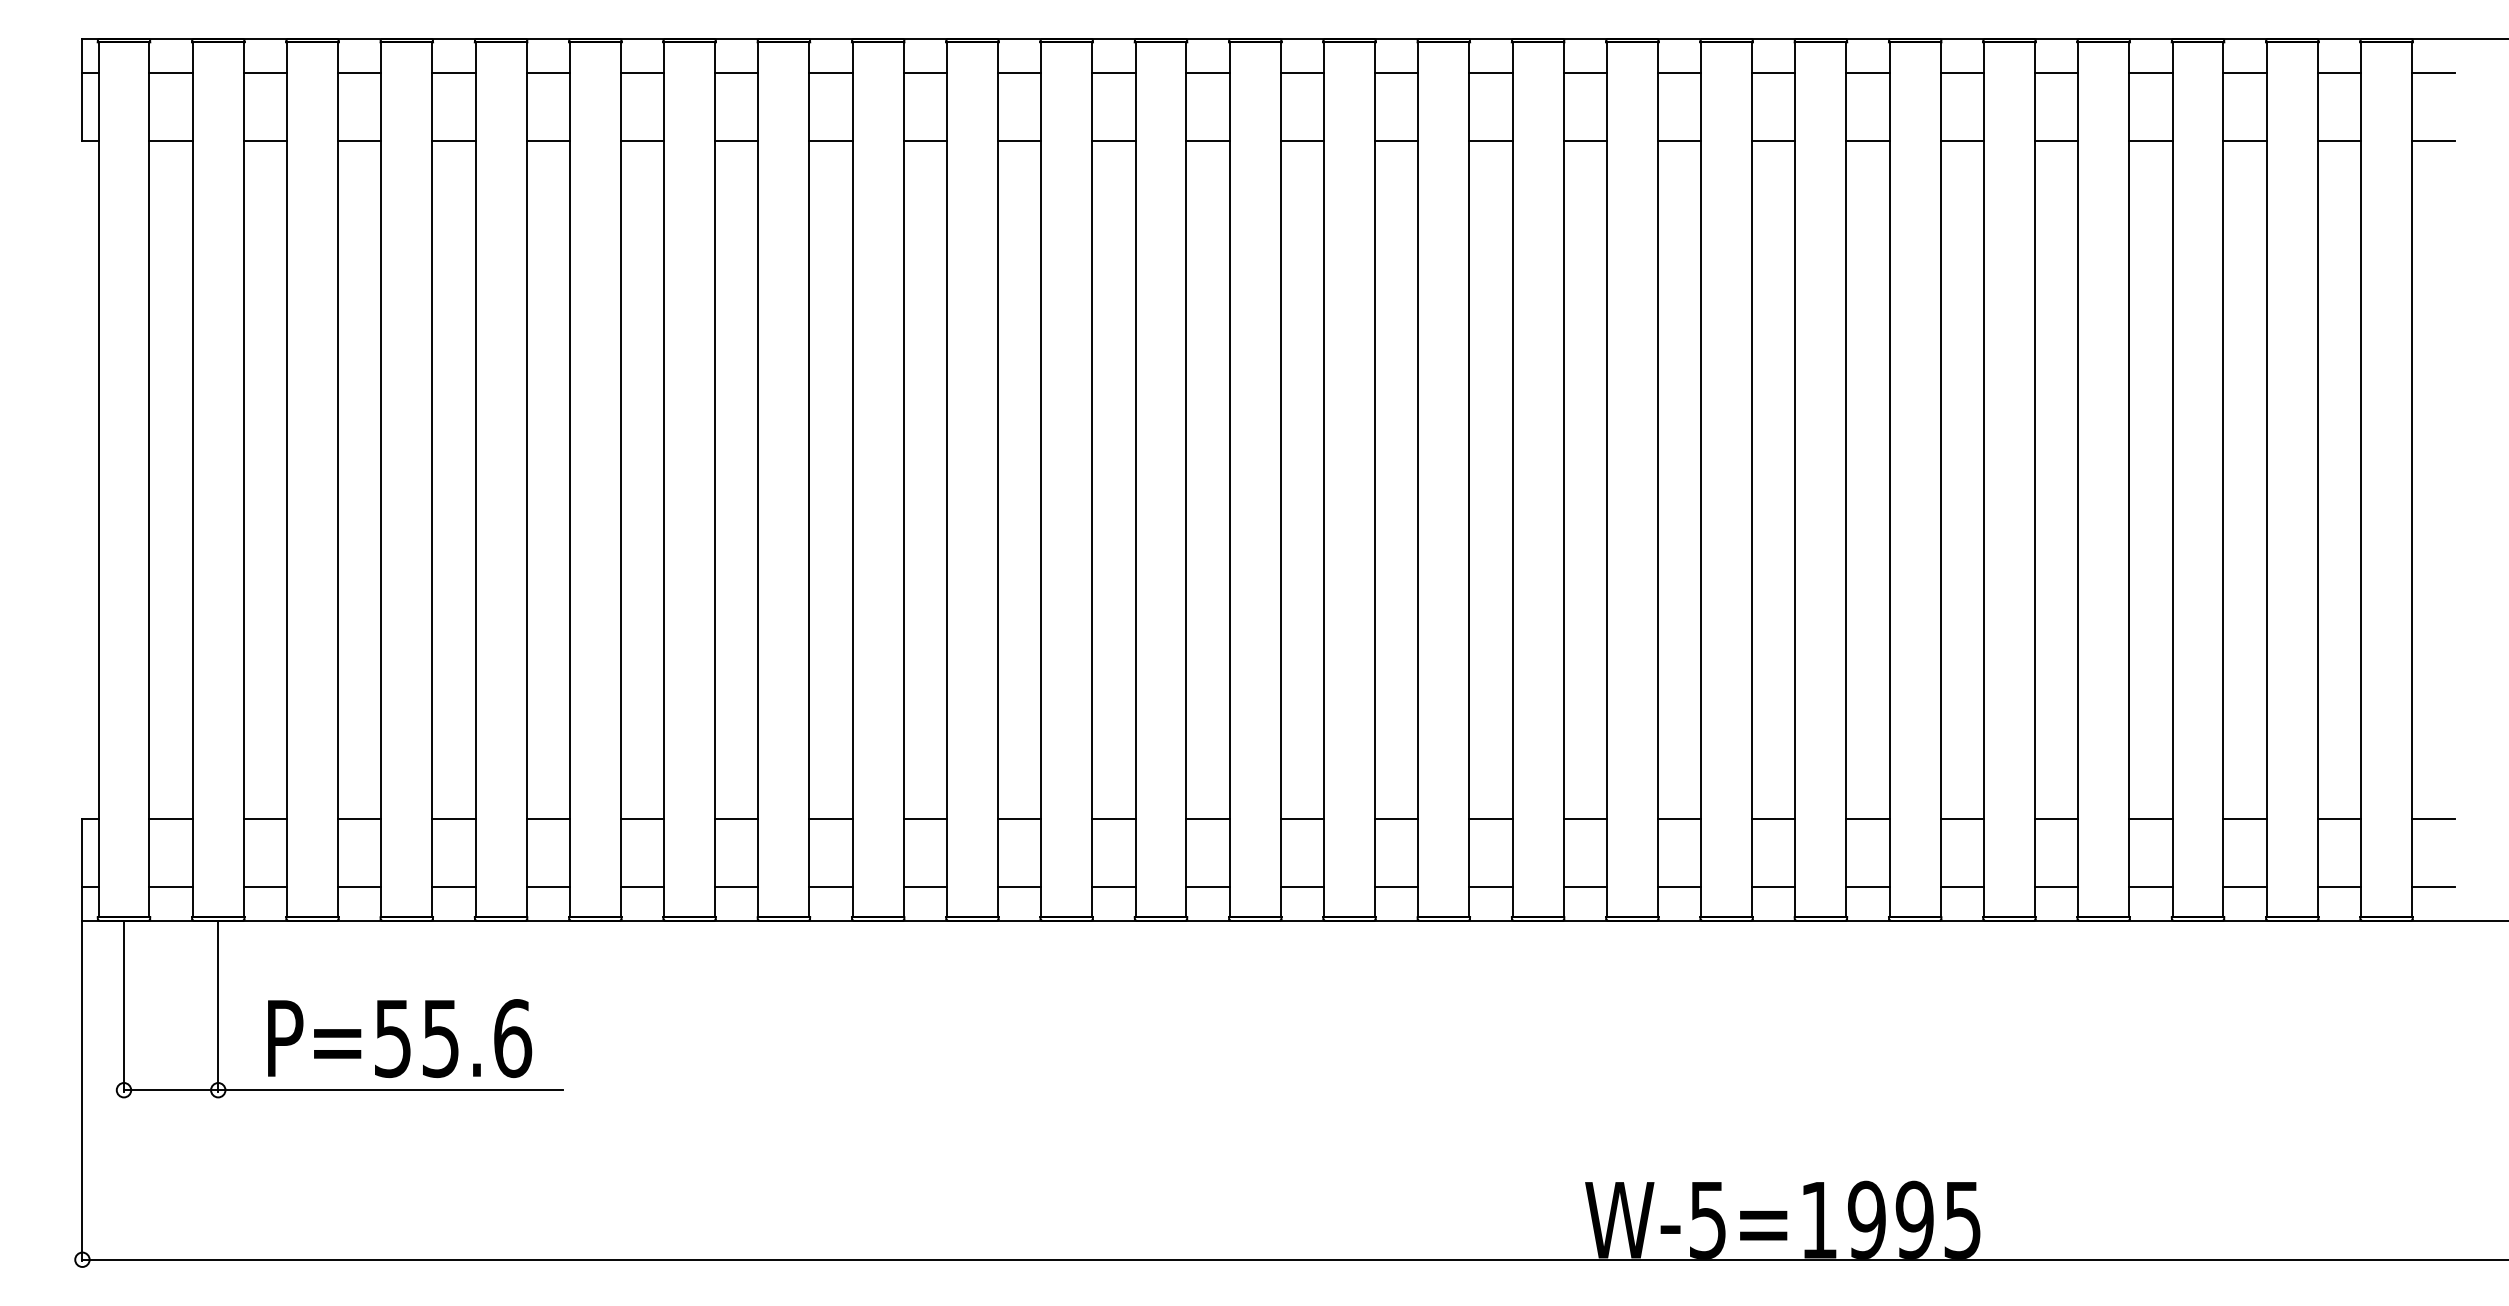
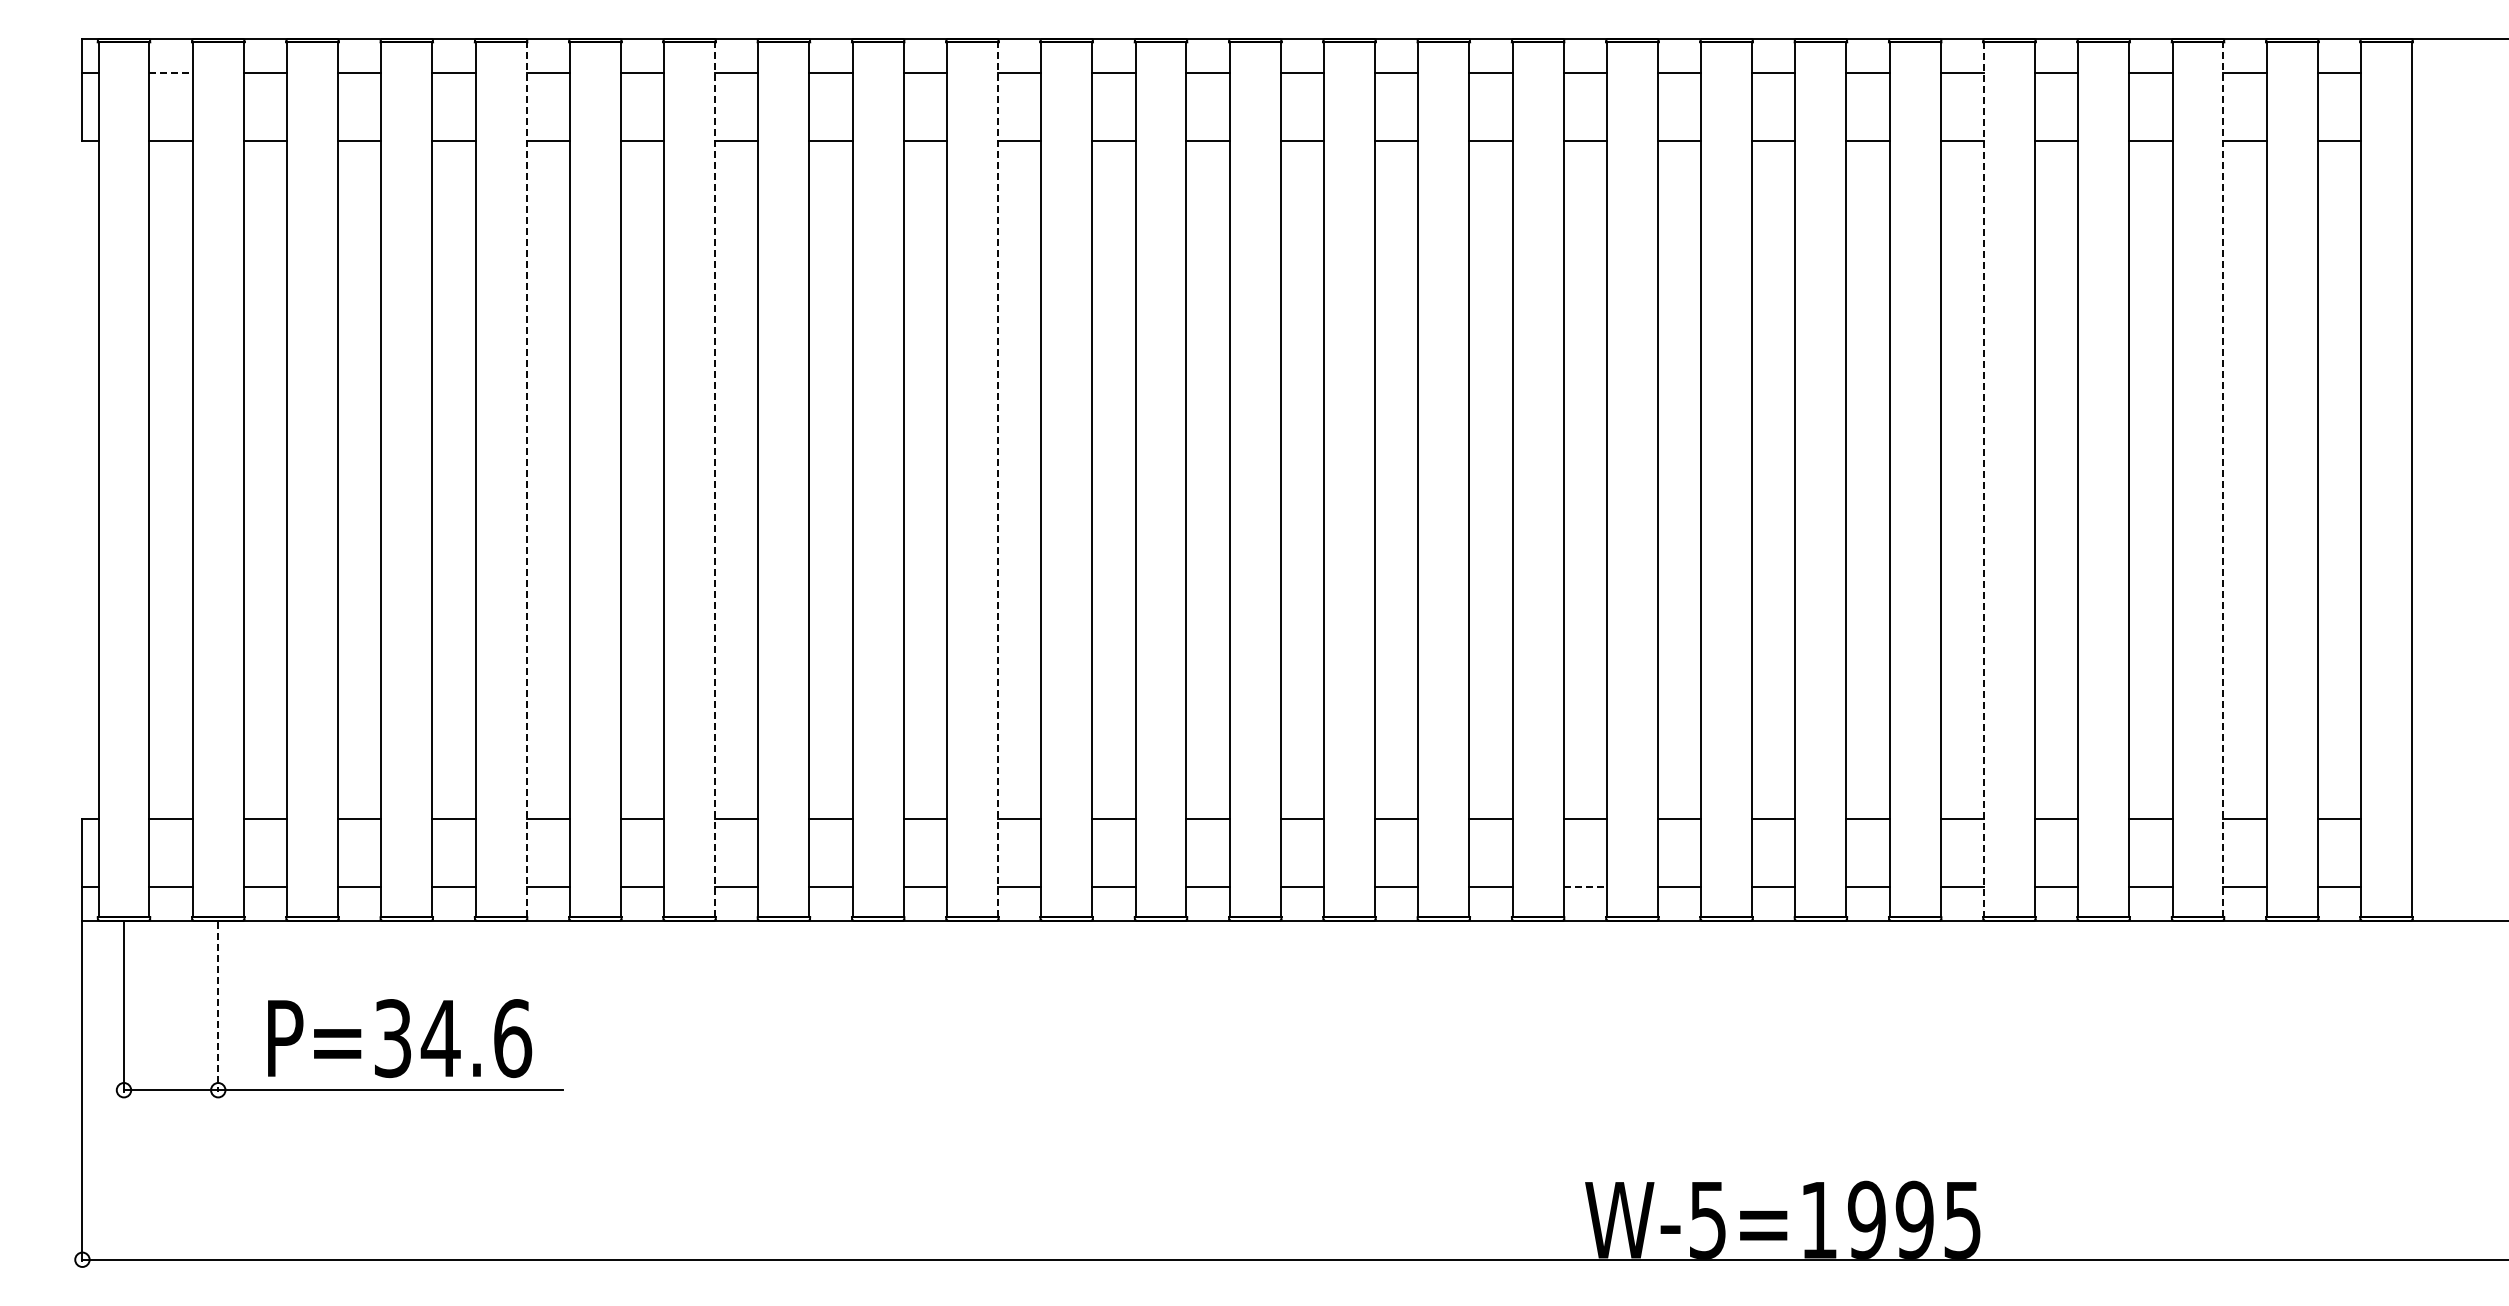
line at (171, 72): solid -> dashed
line at (2433, 72): present -> none
line at (2433, 140): present -> none
line at (526, 479): solid -> dashed
line at (715, 479): solid -> dashed
line at (997, 479): solid -> dashed
line at (2223, 479): solid -> dashed
line at (1984, 480): solid -> dashed
line at (2433, 818): present -> none
line at (1585, 886): solid -> dashed
line at (2433, 886): present -> none
line at (218, 1007): solid -> dashed
text at (417, 1038): P=55.6 -> P=34.6
